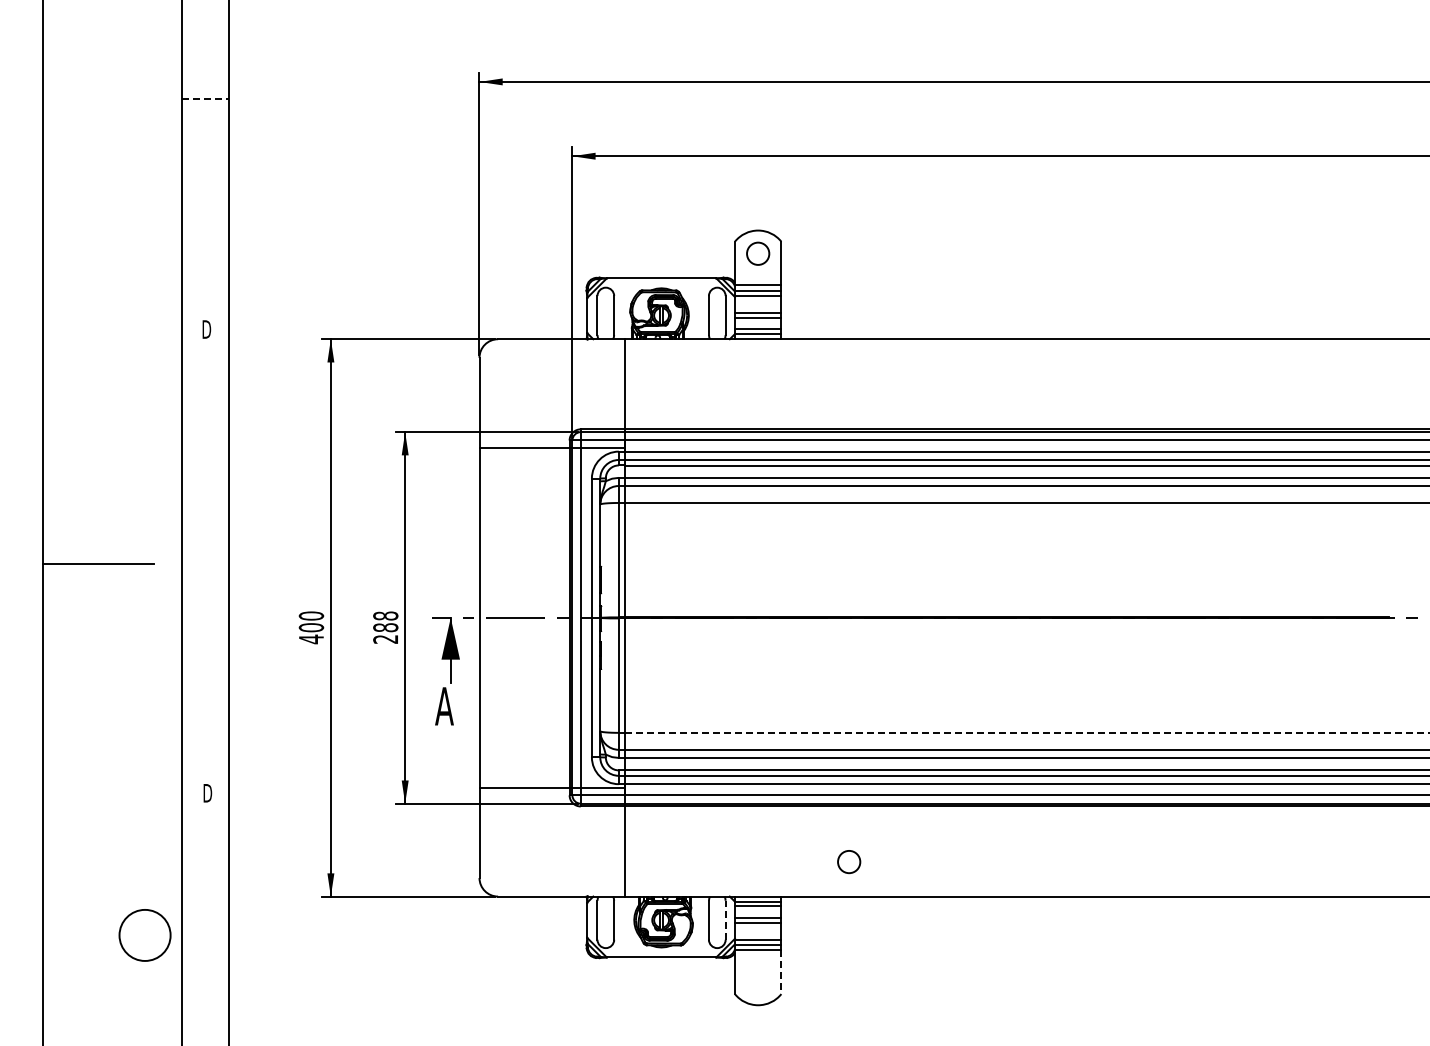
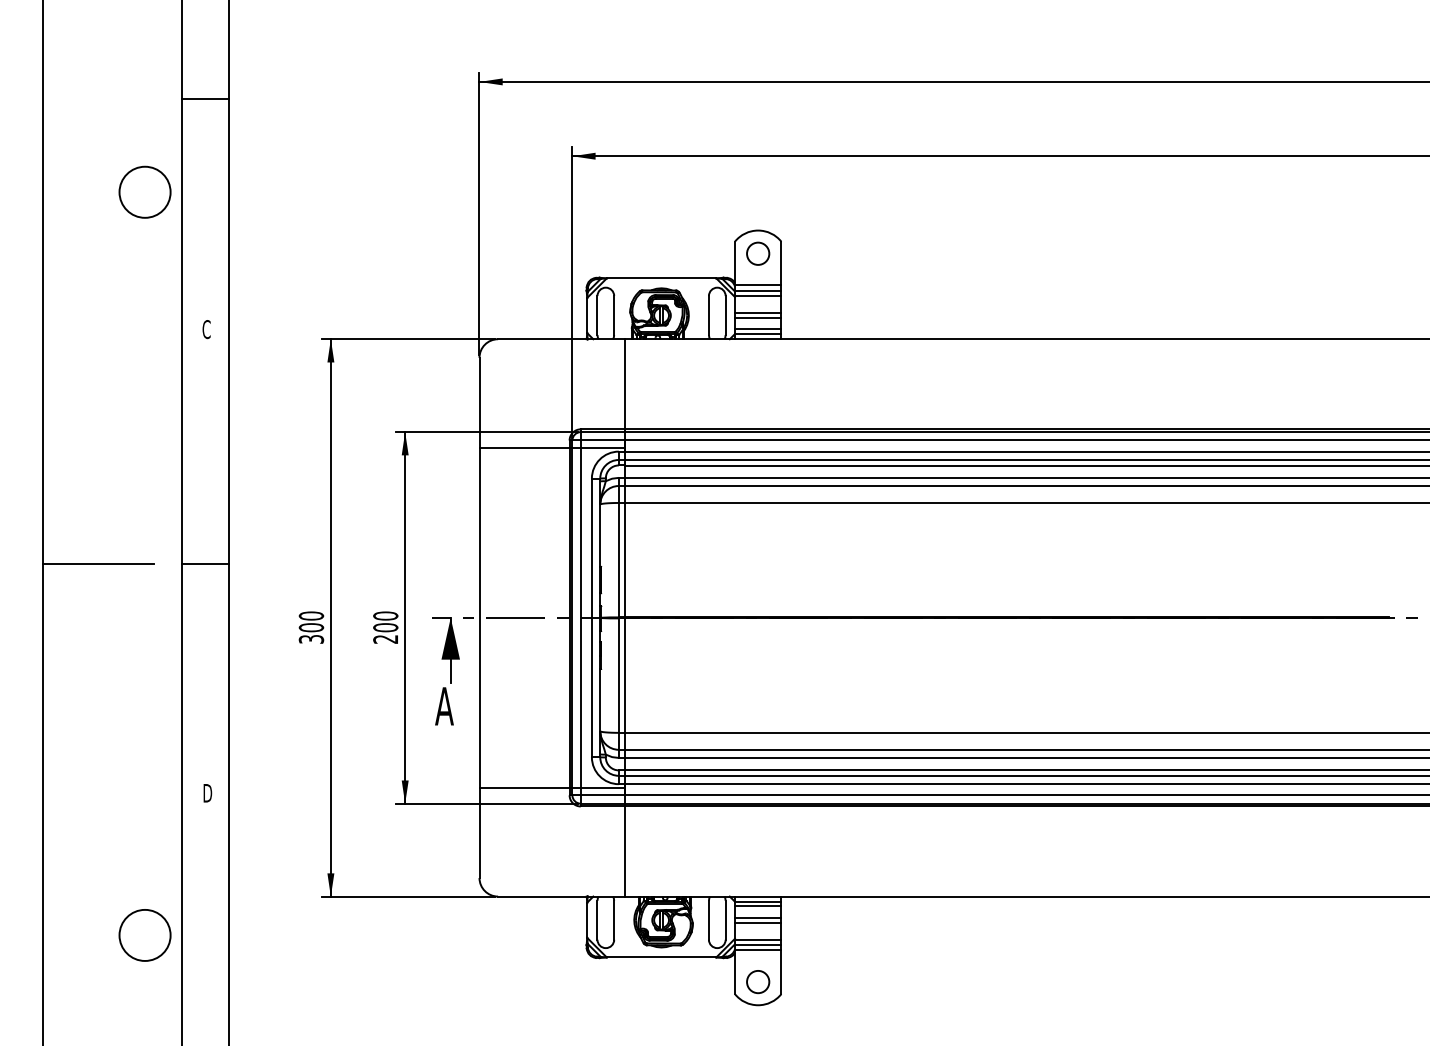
line at (205, 99): dashed -> solid
circle at (144, 191): none -> present
text at (206, 329): D -> C
line at (205, 563): none -> present
text at (385, 621): 288 -> 200
text at (311, 639): 400 -> 300
line at (1026, 732): dashed -> solid
circle at (849, 862) position: (849, 862) -> (758, 982)
line at (725, 920): dashed -> solid
line at (781, 972): dashed -> solid
